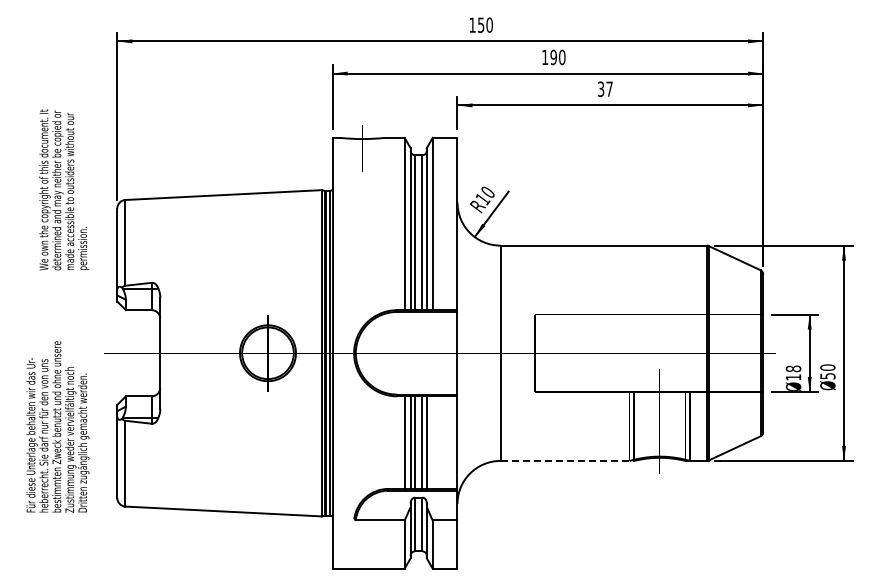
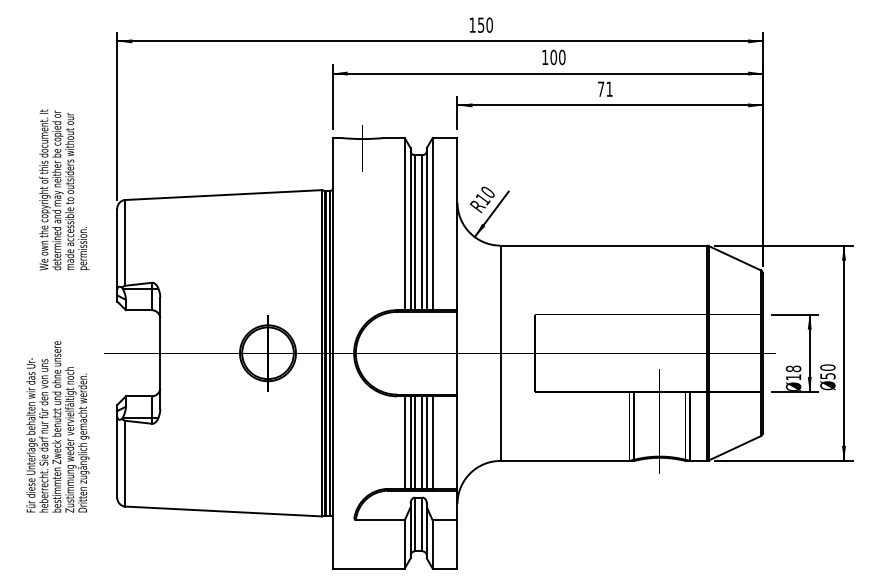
text at (553, 57): 190 -> 100
text at (604, 88): 37 -> 71
line at (432, 442): none -> present
line at (567, 460): dashed -> solid
